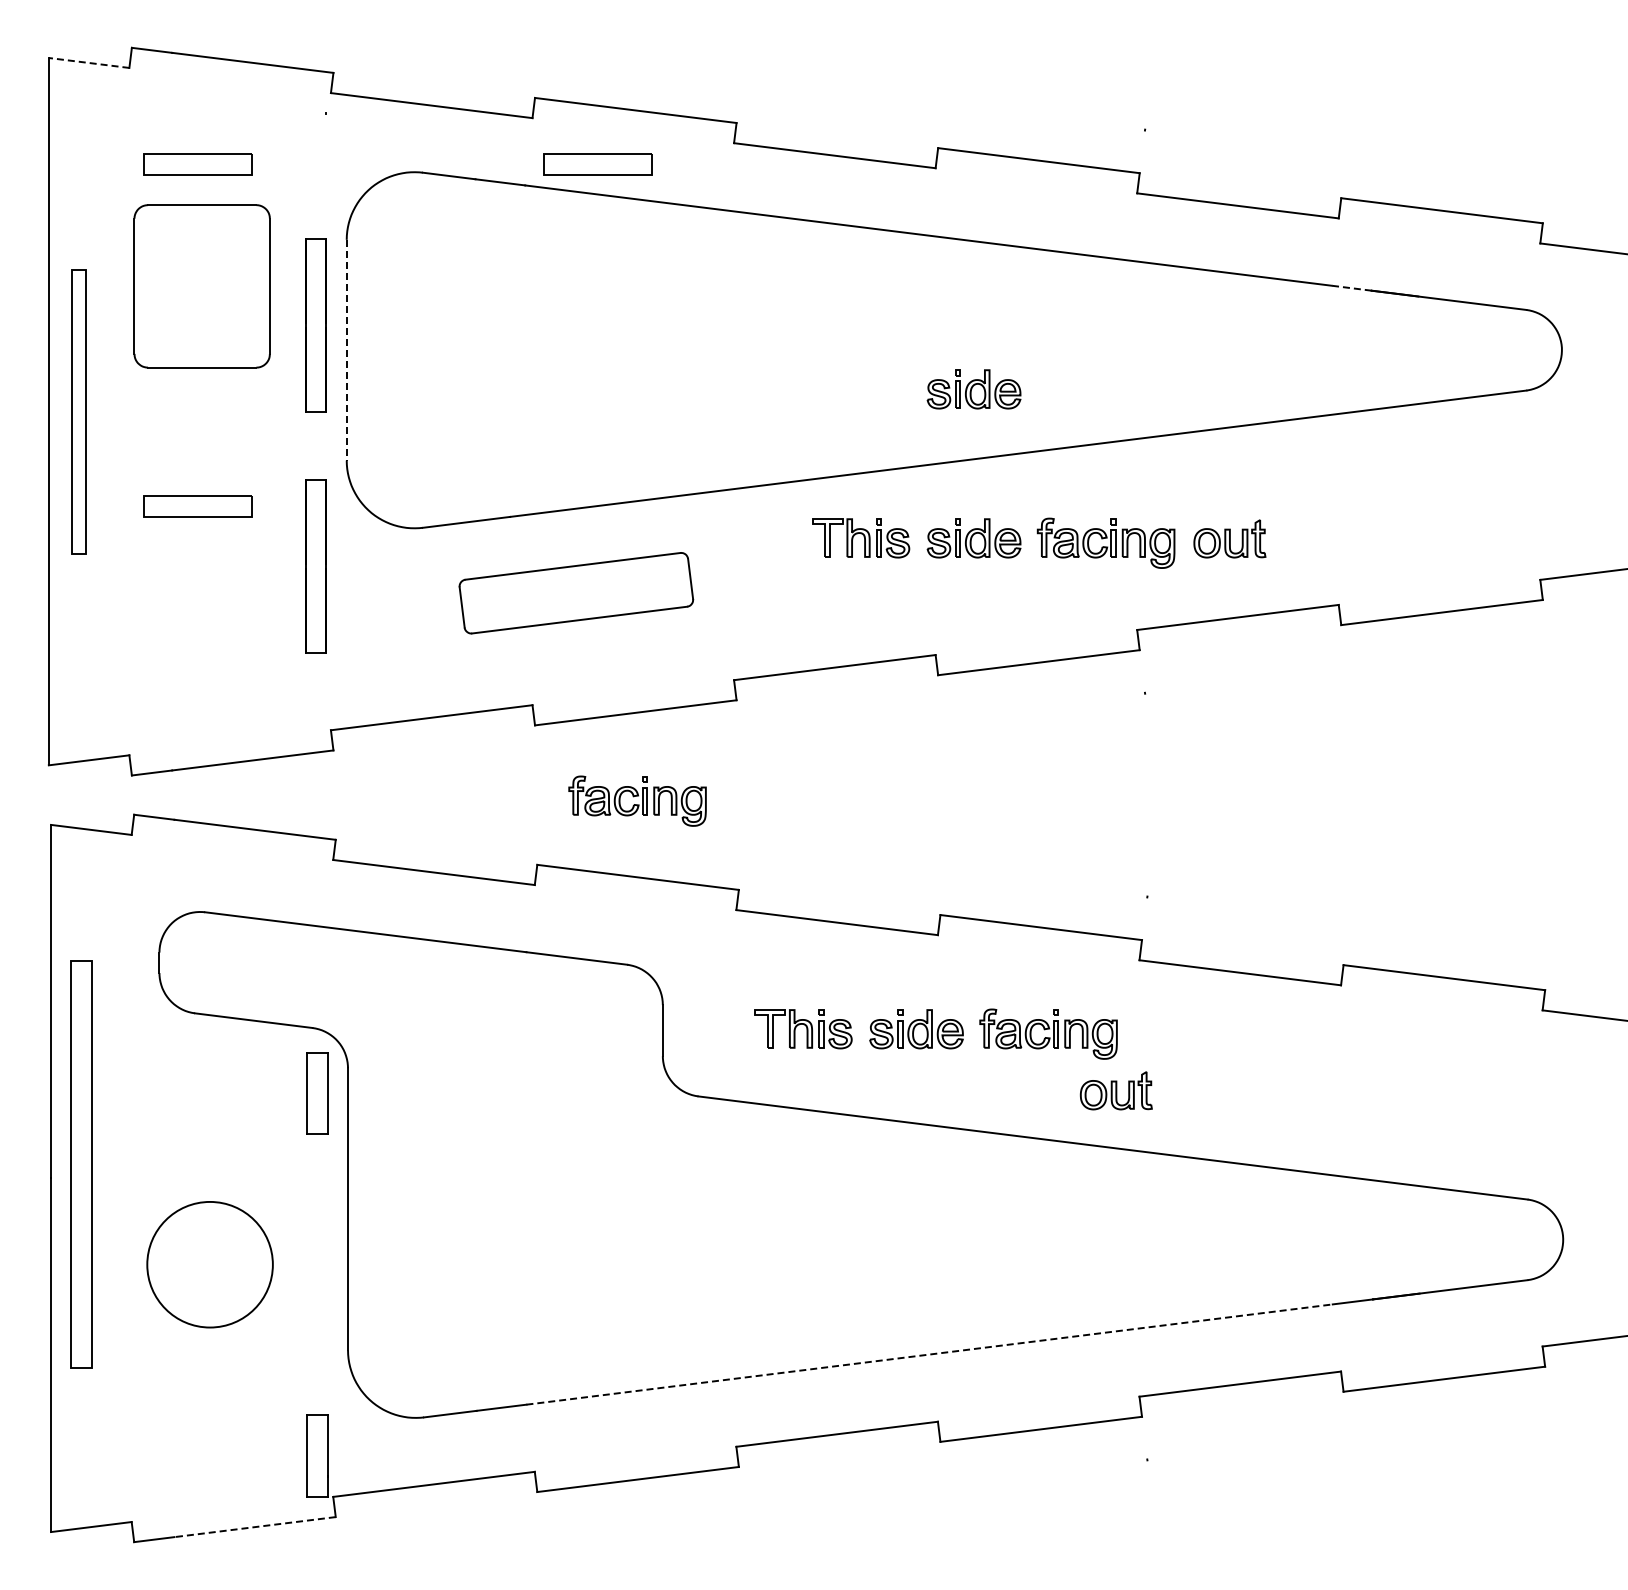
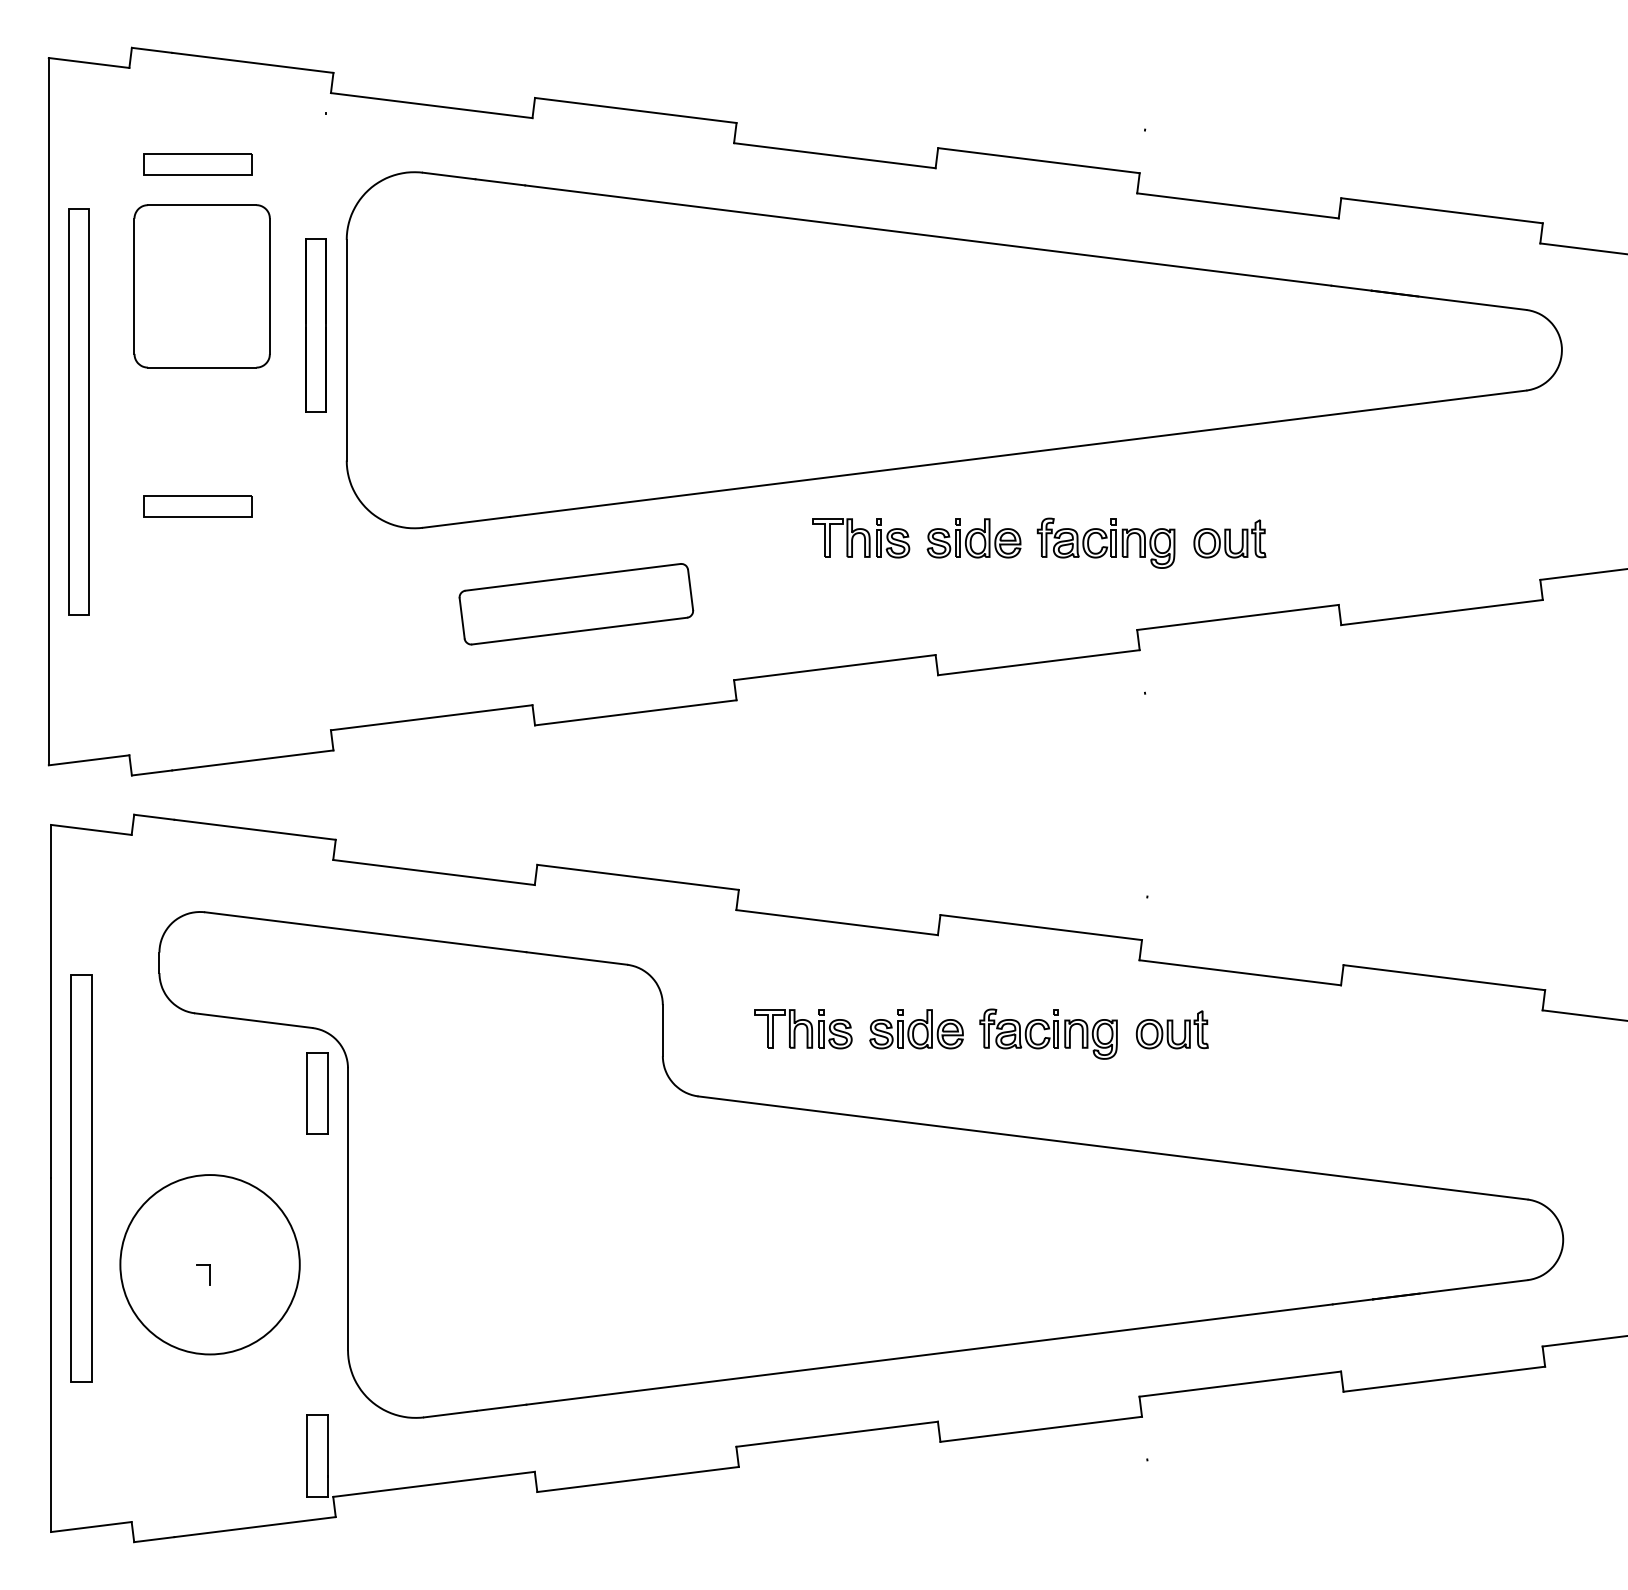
line at (89, 62): dashed -> solid
part at (597, 164): present -> none
line at (1351, 288): dashed -> solid
line at (346, 350): dashed -> solid
part at (973, 389): present -> none
part at (78, 411) size: 16x286 px -> 22x408 px
part at (315, 566): present -> none
part at (576, 593) position: (576, 593) -> (576, 604)
part at (637, 800): present -> none
part at (1115, 1090) position: (1115, 1090) -> (1171, 1029)
part at (81, 1164) position: (81, 1164) -> (81, 1178)
circle at (209, 1264) diameter: 126 px -> 179 px
part at (203, 1274): none -> present
line at (930, 1354): dashed -> solid
line at (254, 1527): dashed -> solid
